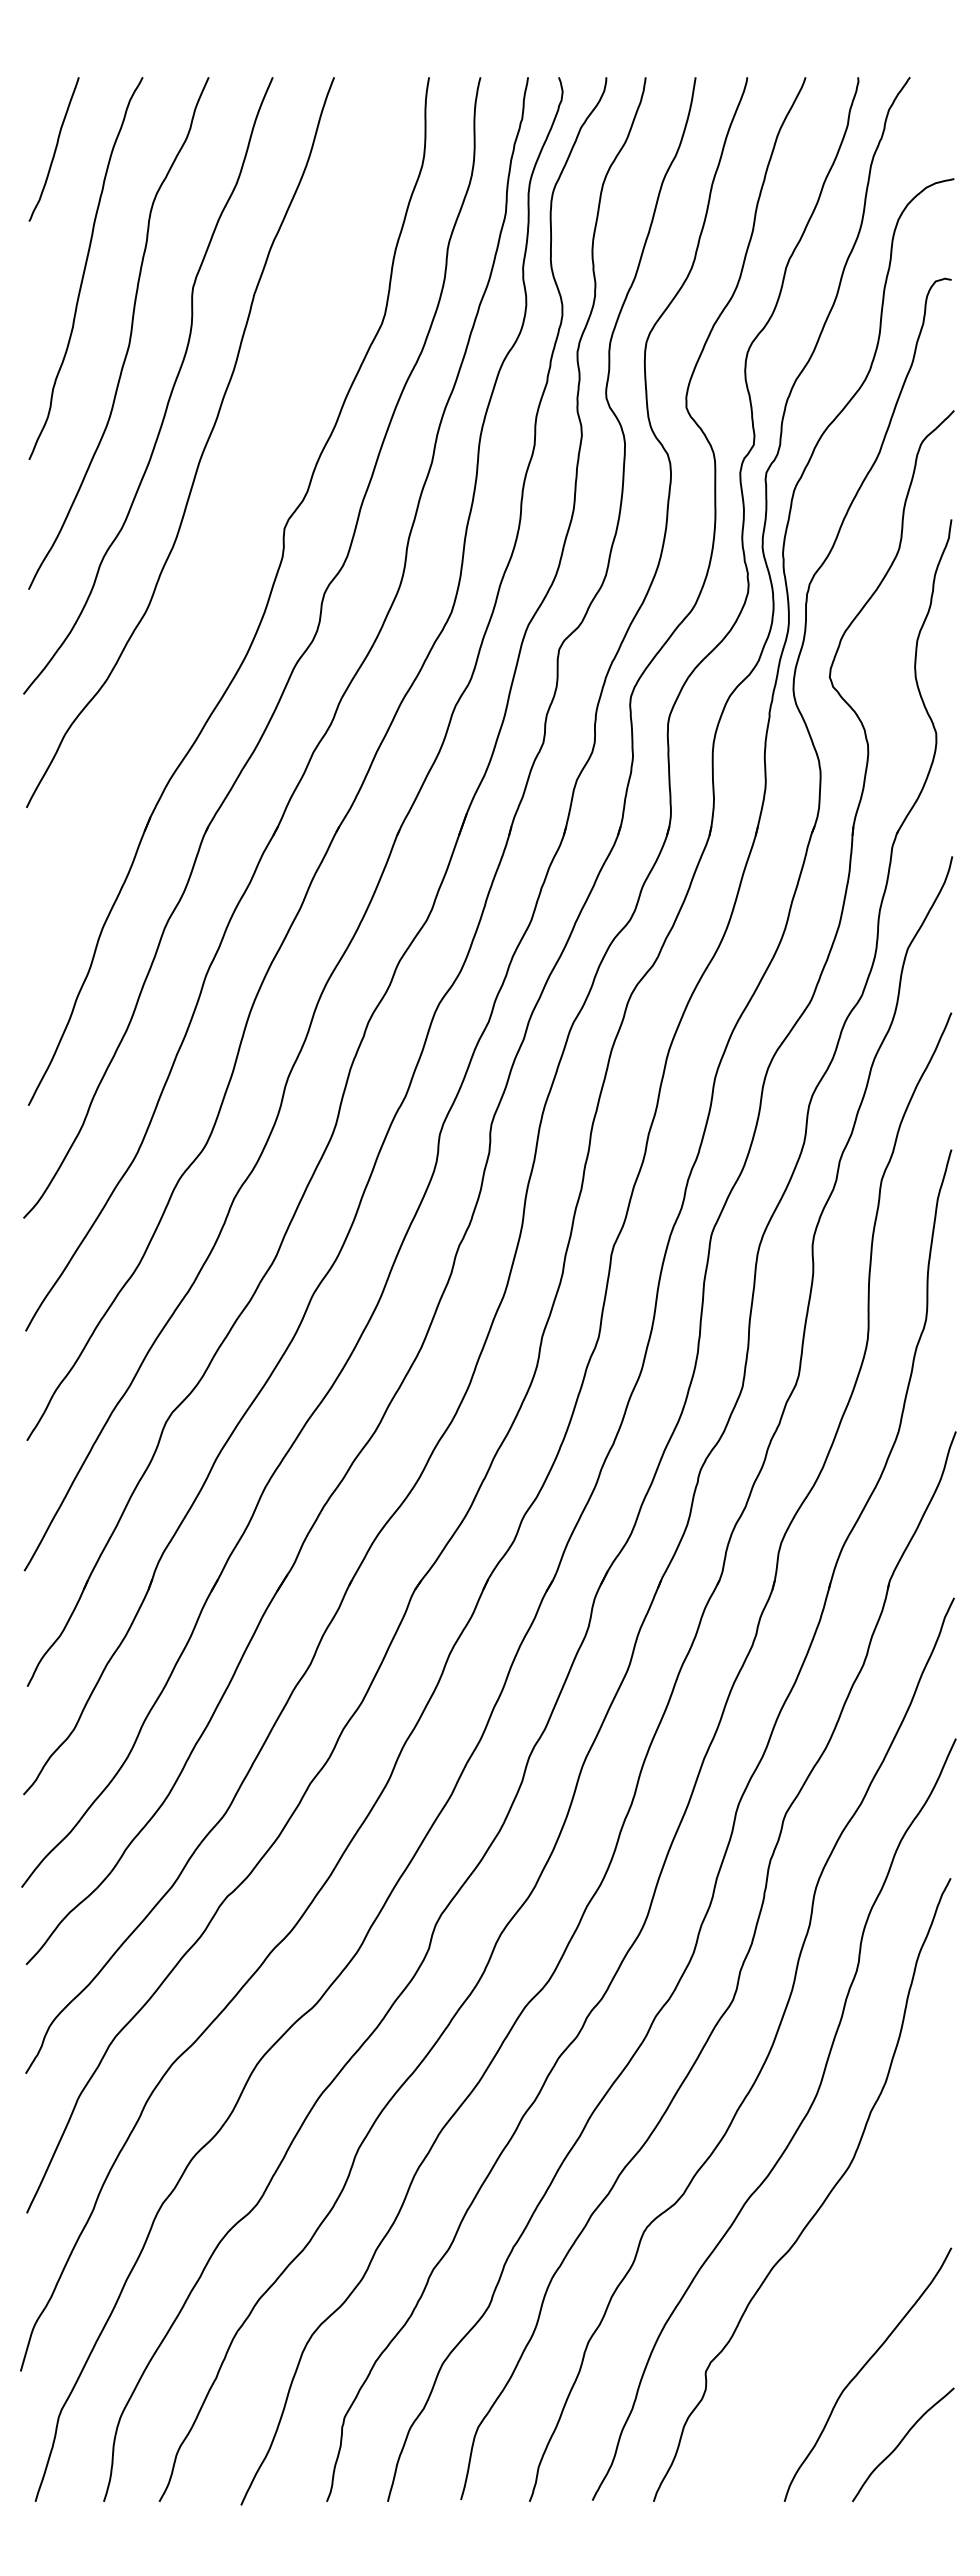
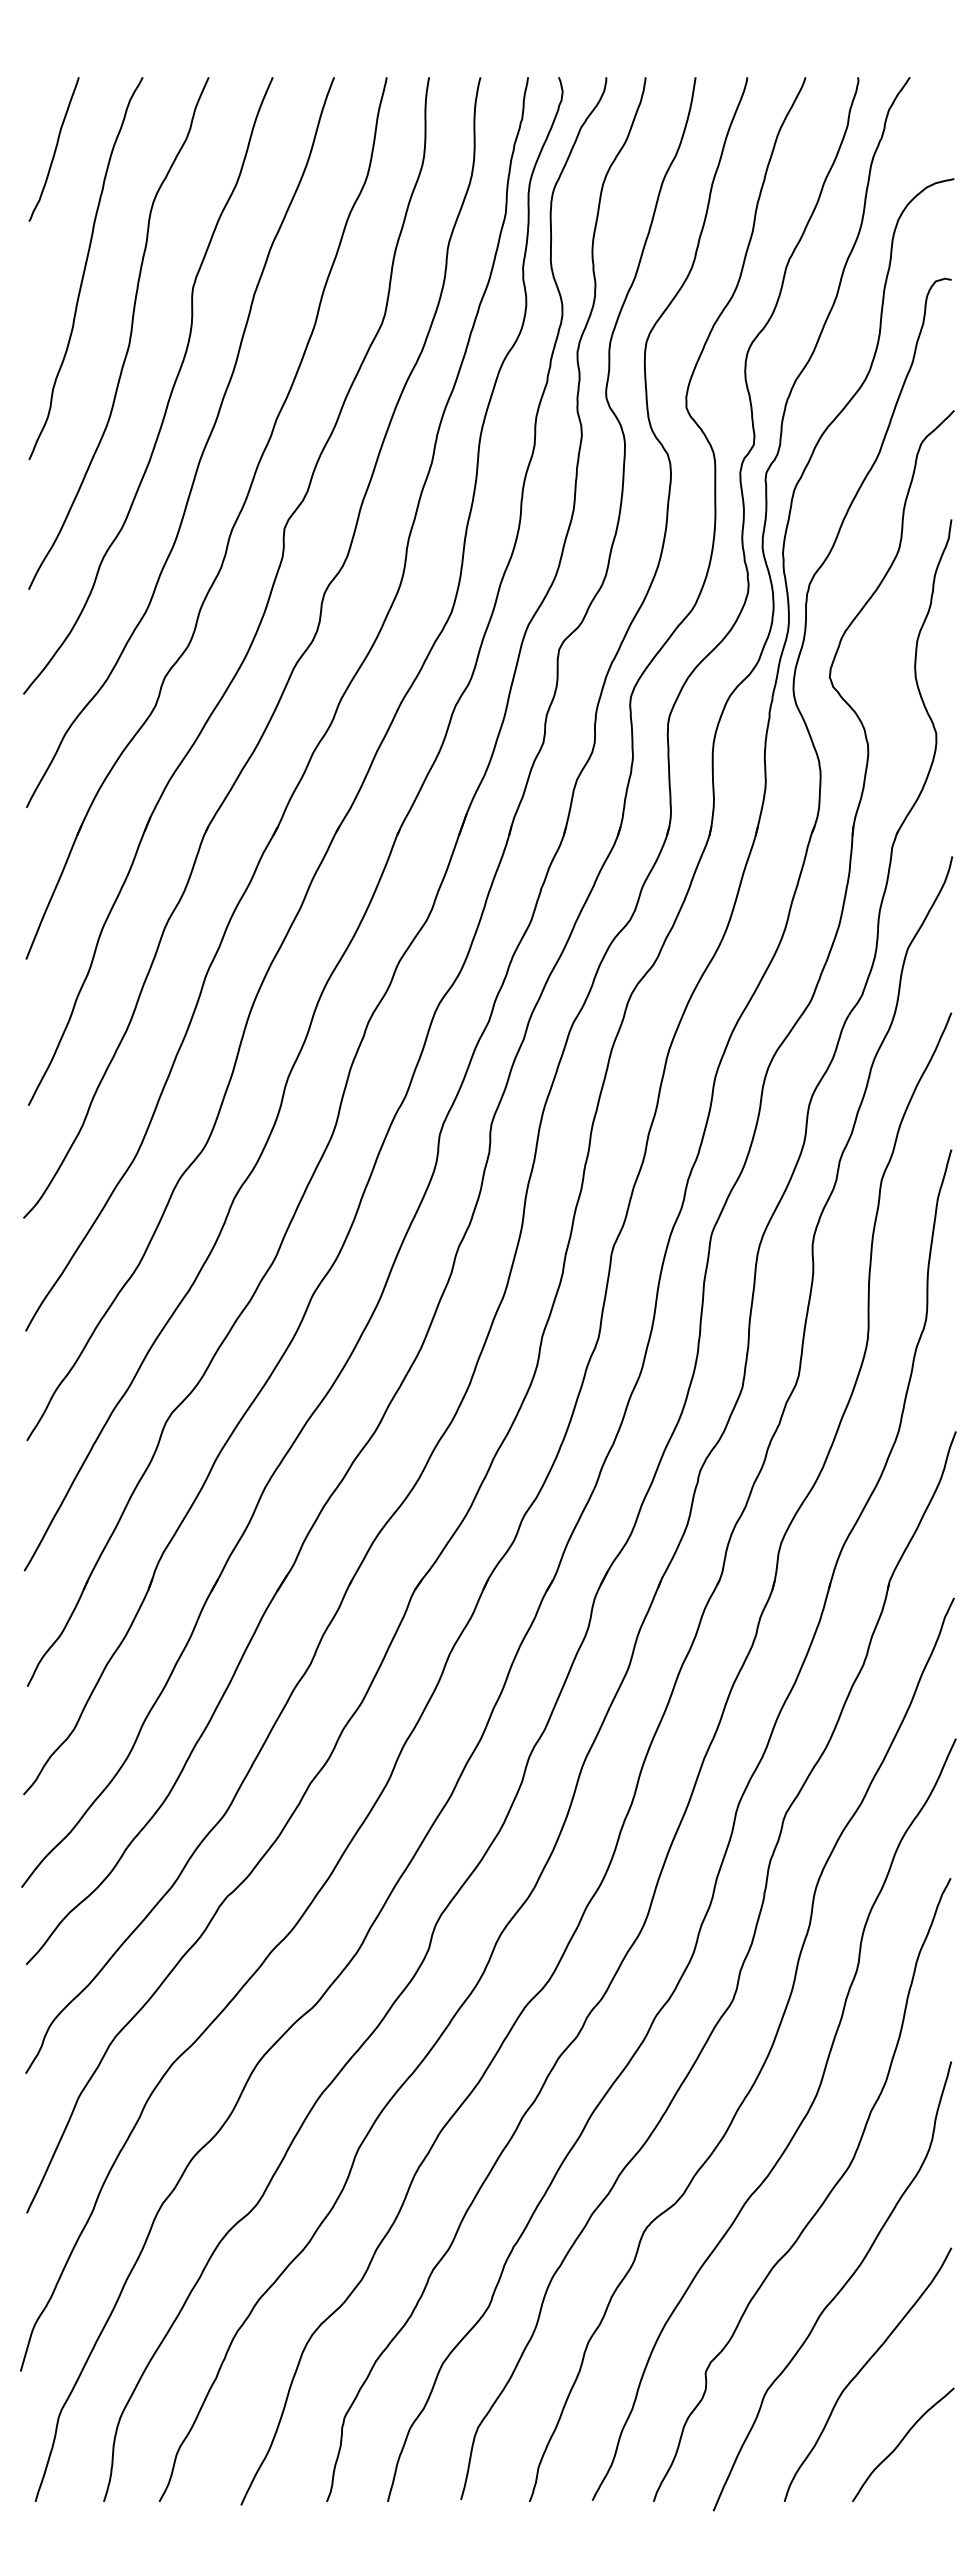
part at (231, 528): none -> present
curve at (837, 2292): none -> present
